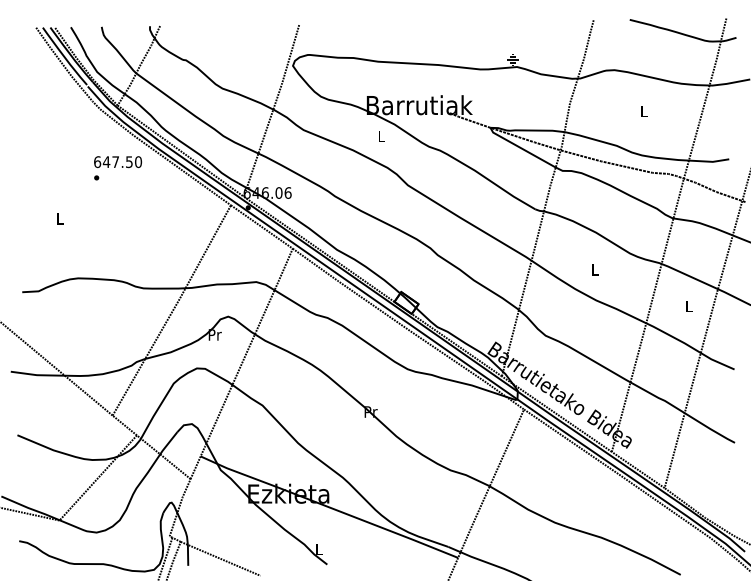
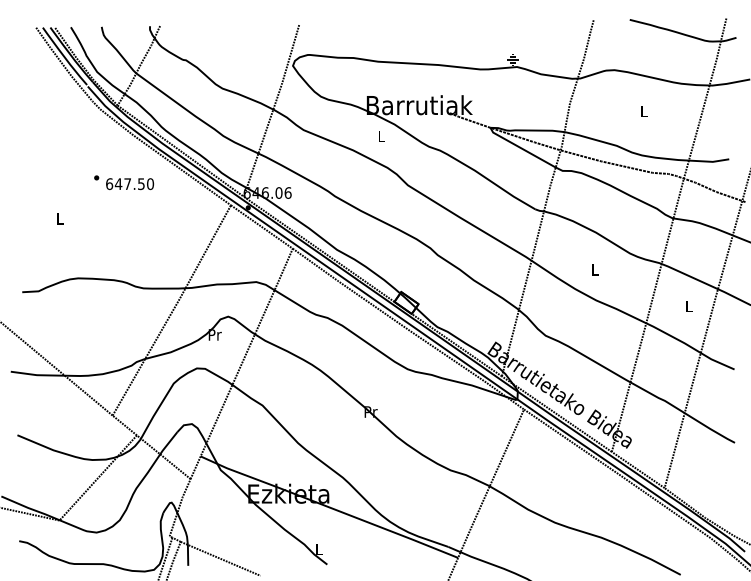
text at (117, 162) position: (117, 162) -> (129, 184)
